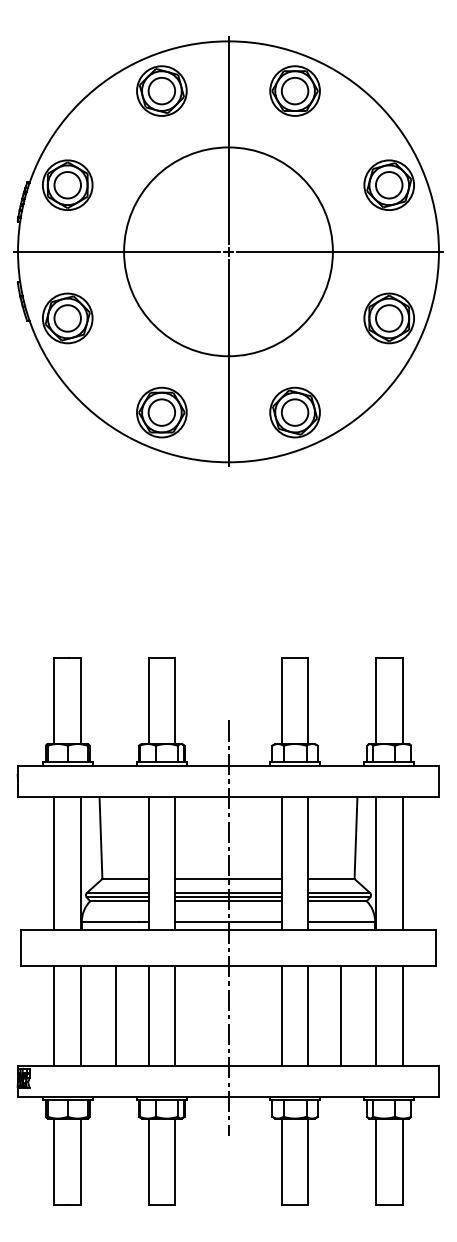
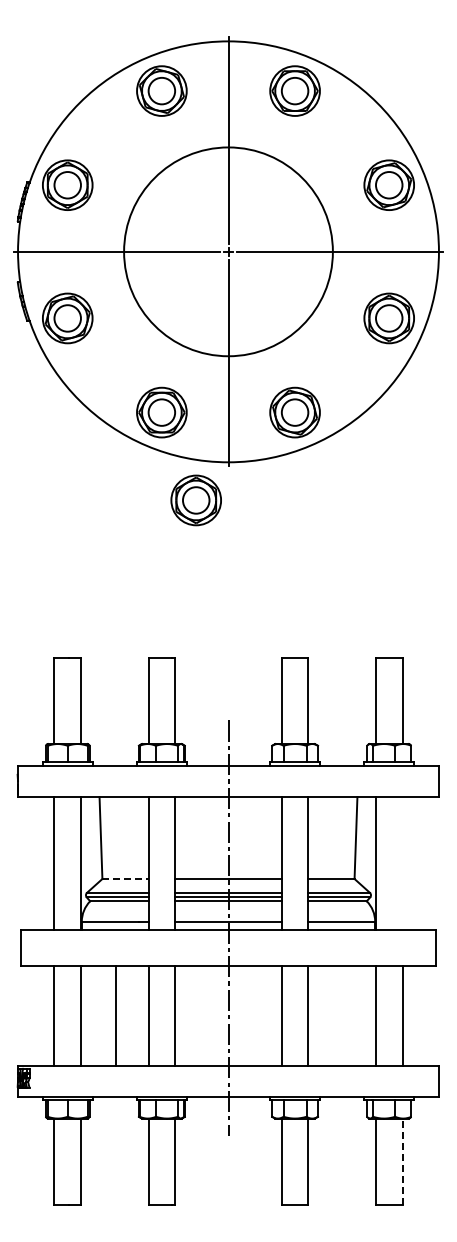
part at (195, 500): none -> present
line at (402, 863): present -> none
line at (126, 878): solid -> dashed
line at (341, 1015): present -> none
line at (402, 1161): solid -> dashed
